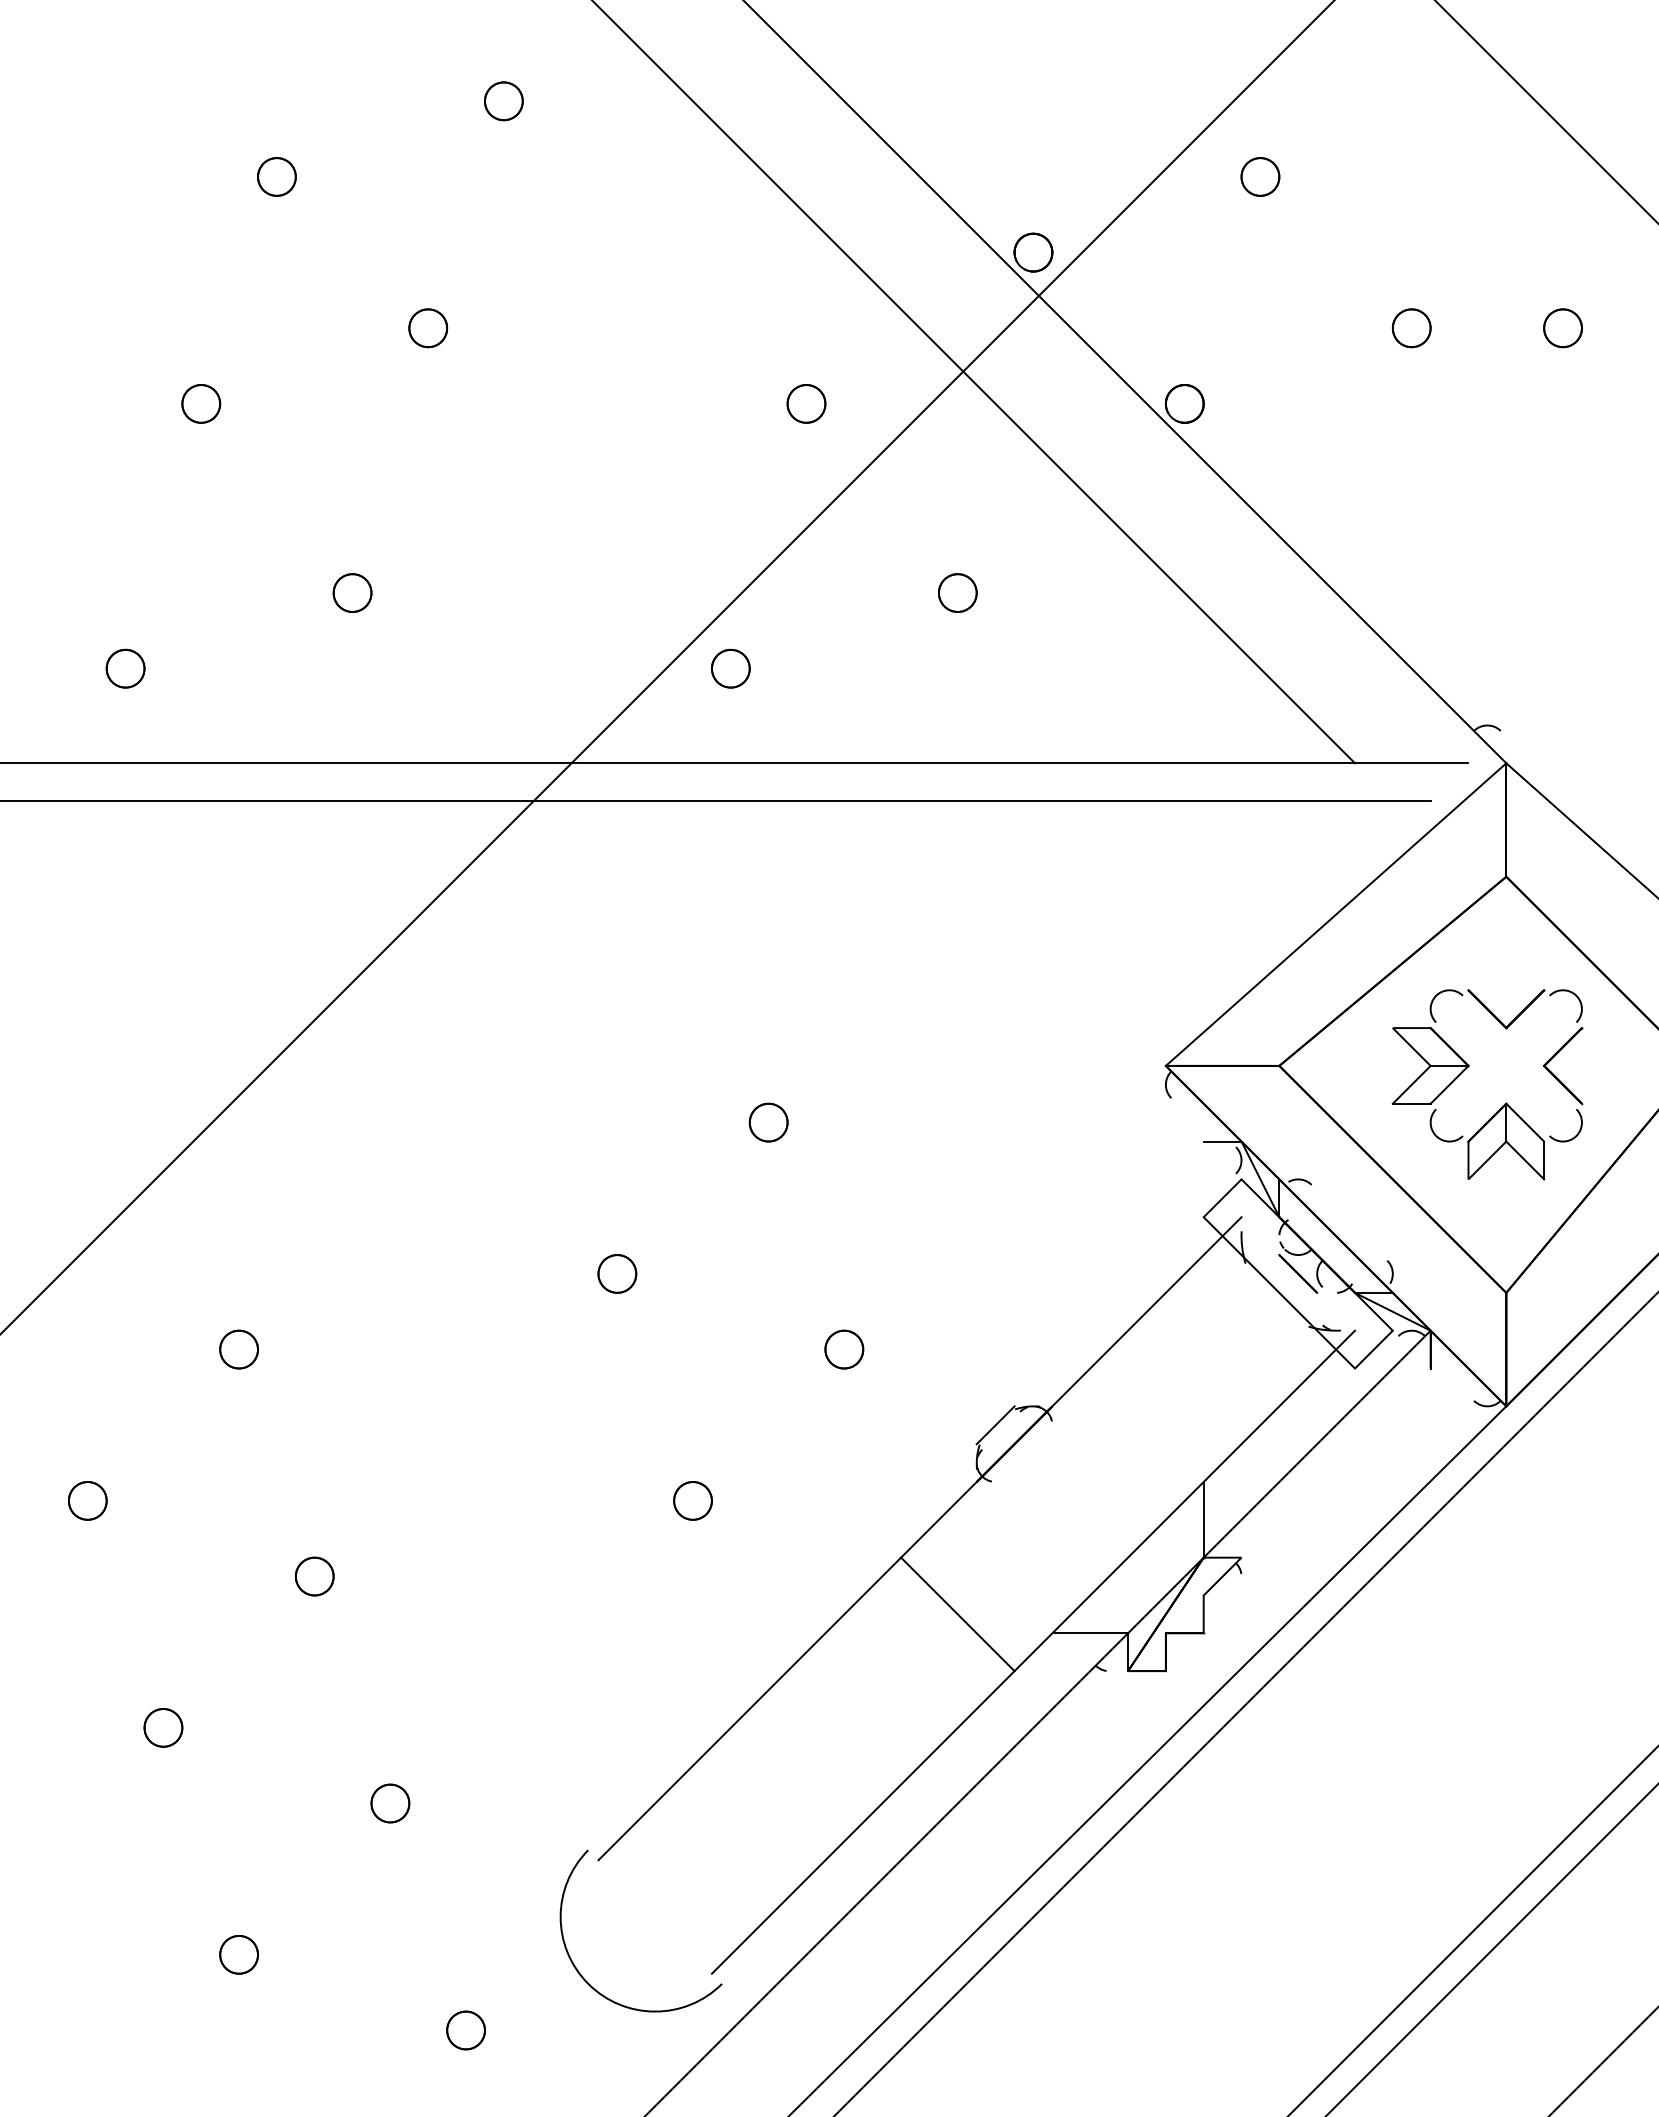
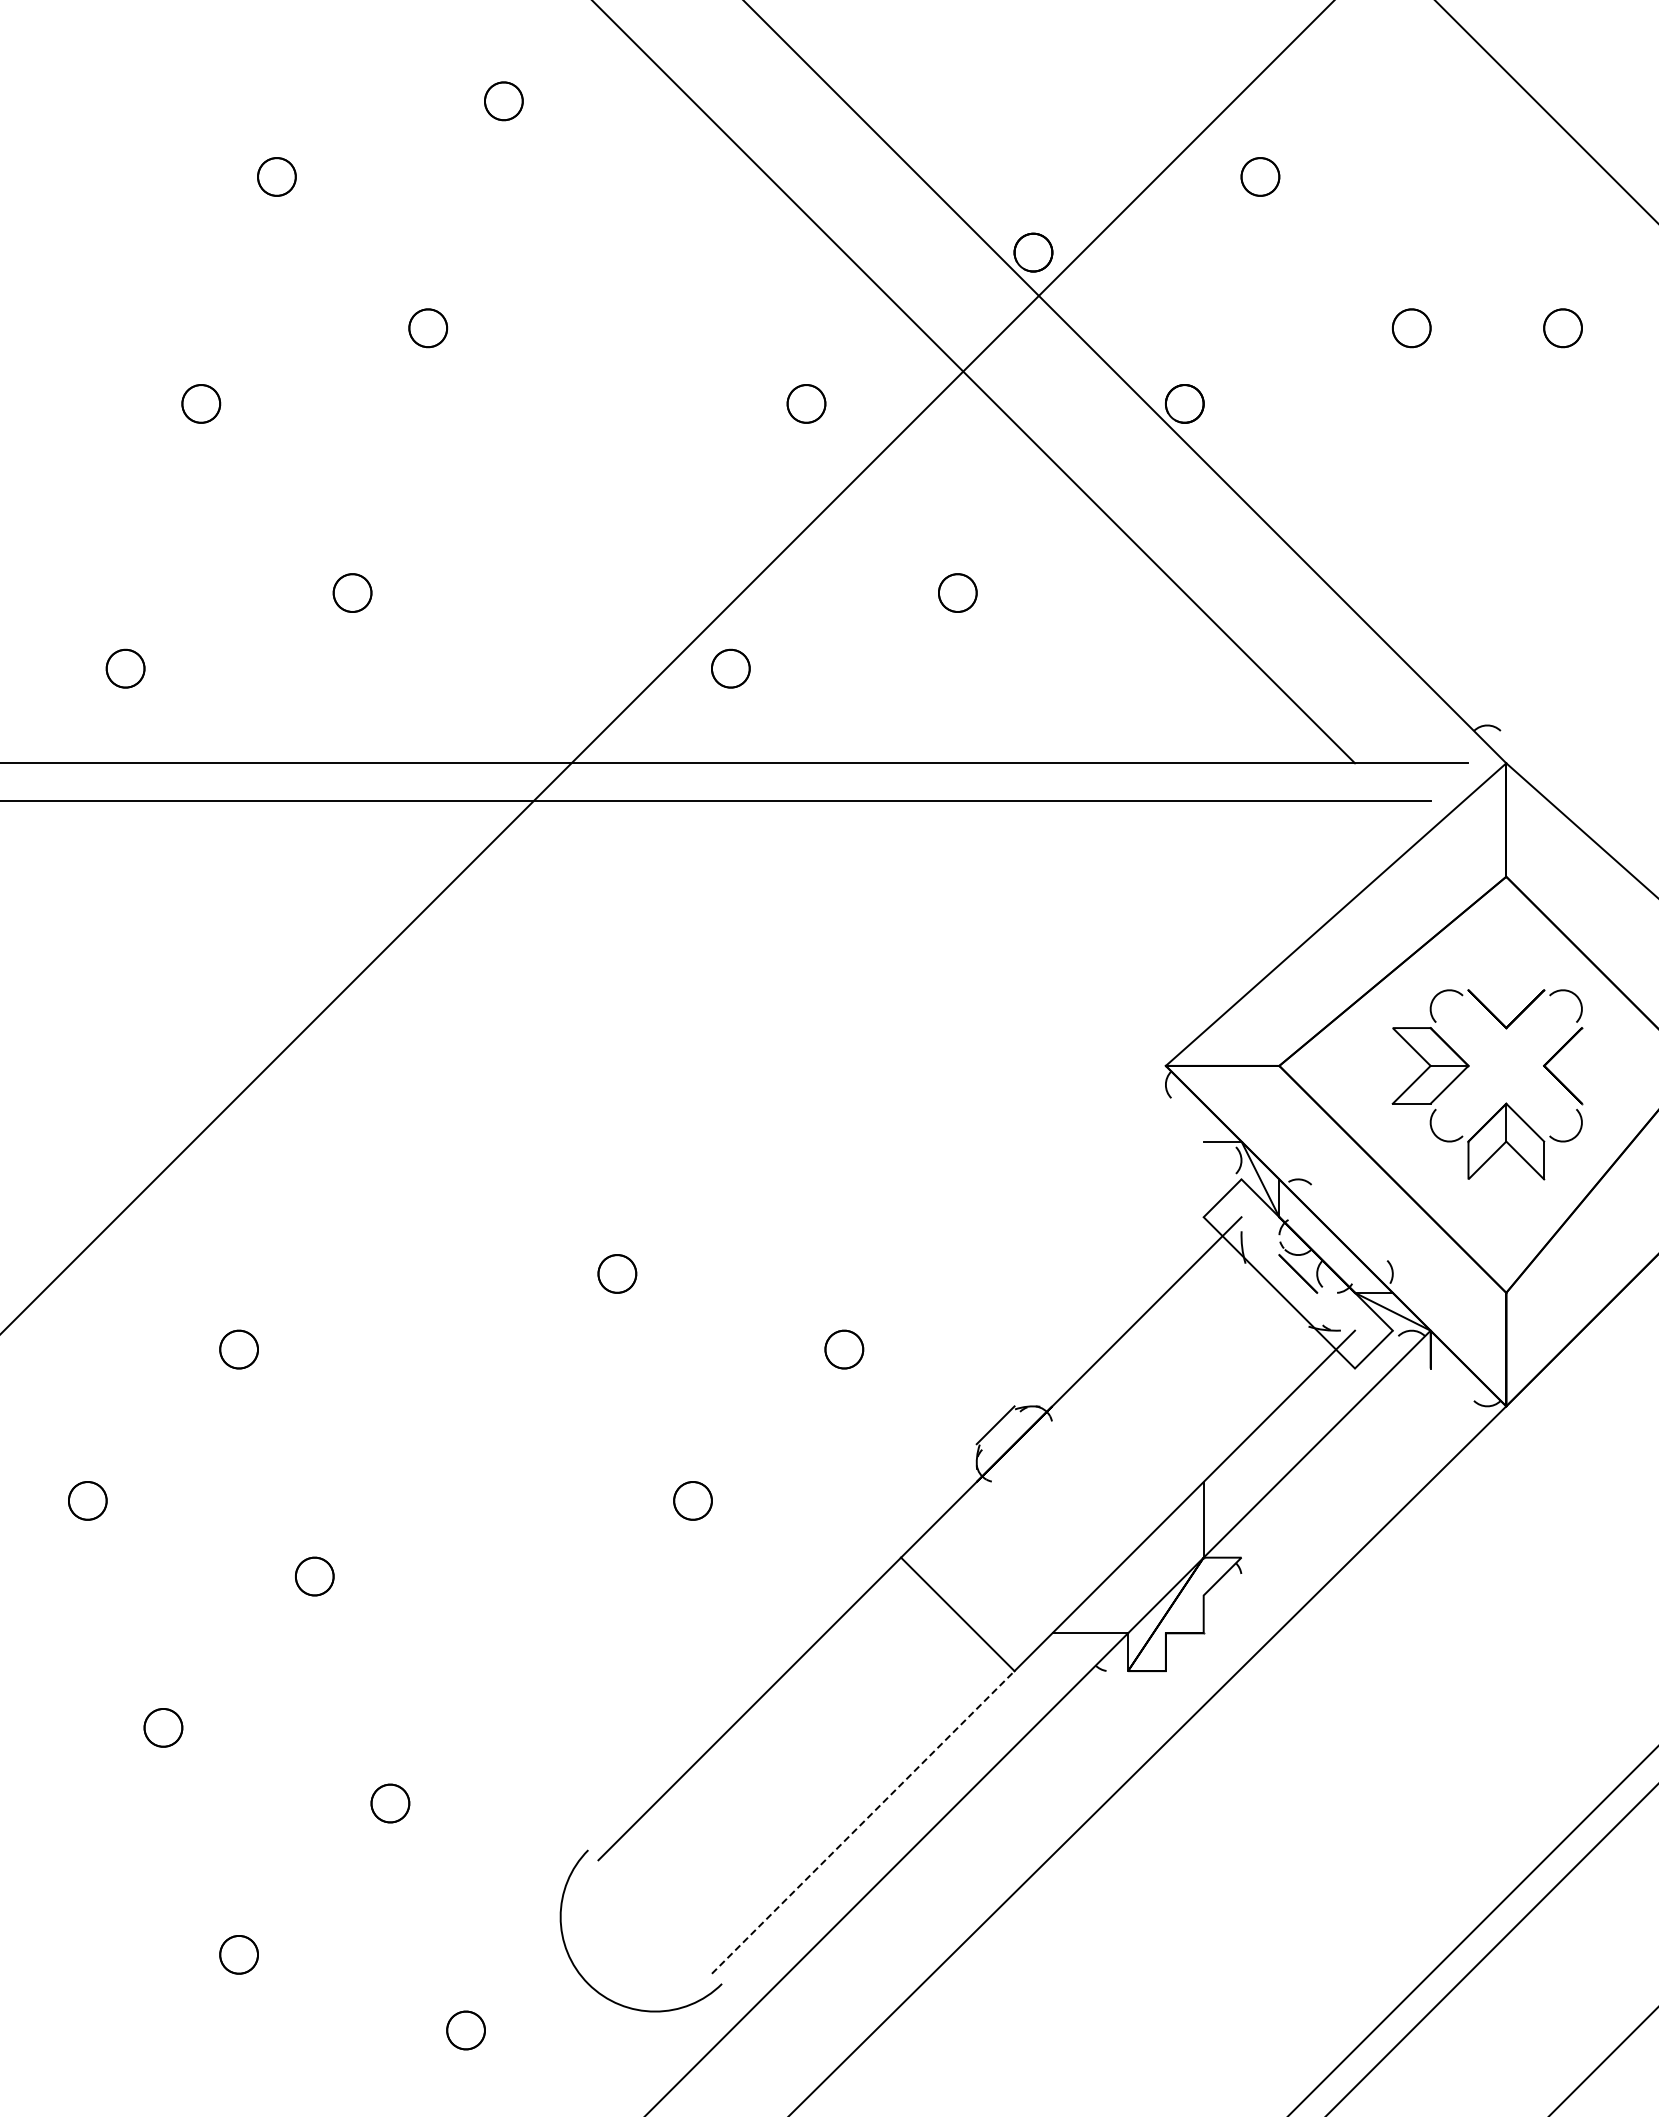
part at (768, 1122): present -> none
line at (1246, 1704): present -> none
line at (863, 1822): solid -> dashed
